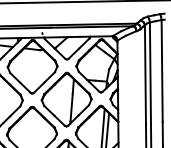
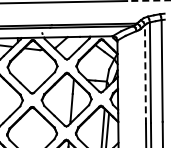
line at (149, 0): solid -> dashed
line at (145, 74): solid -> dashed
